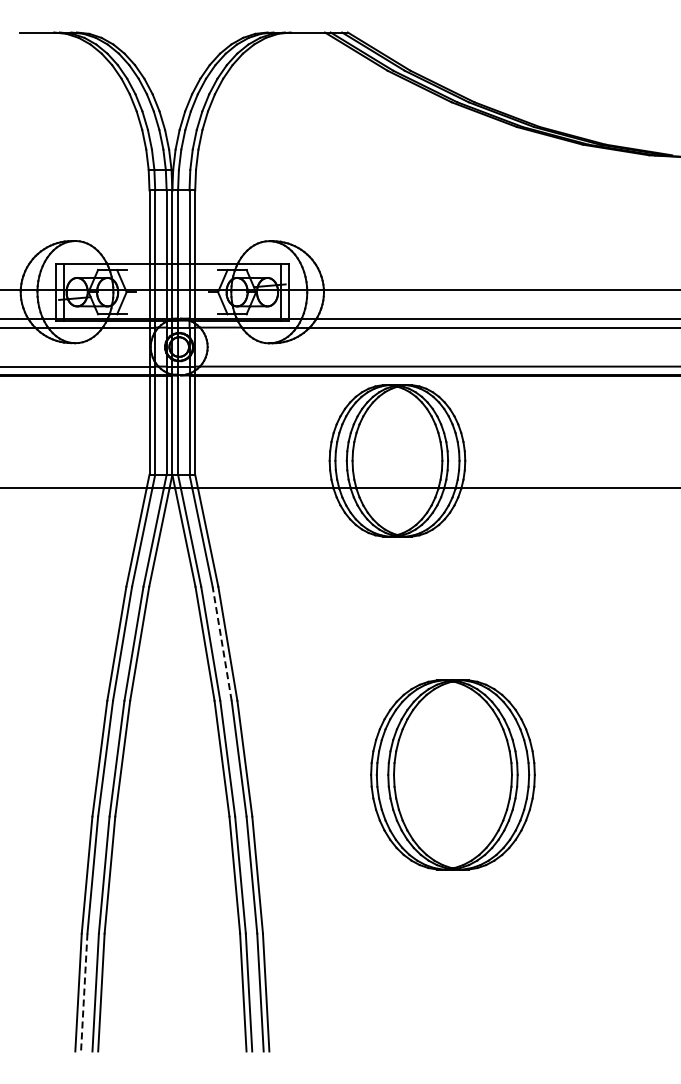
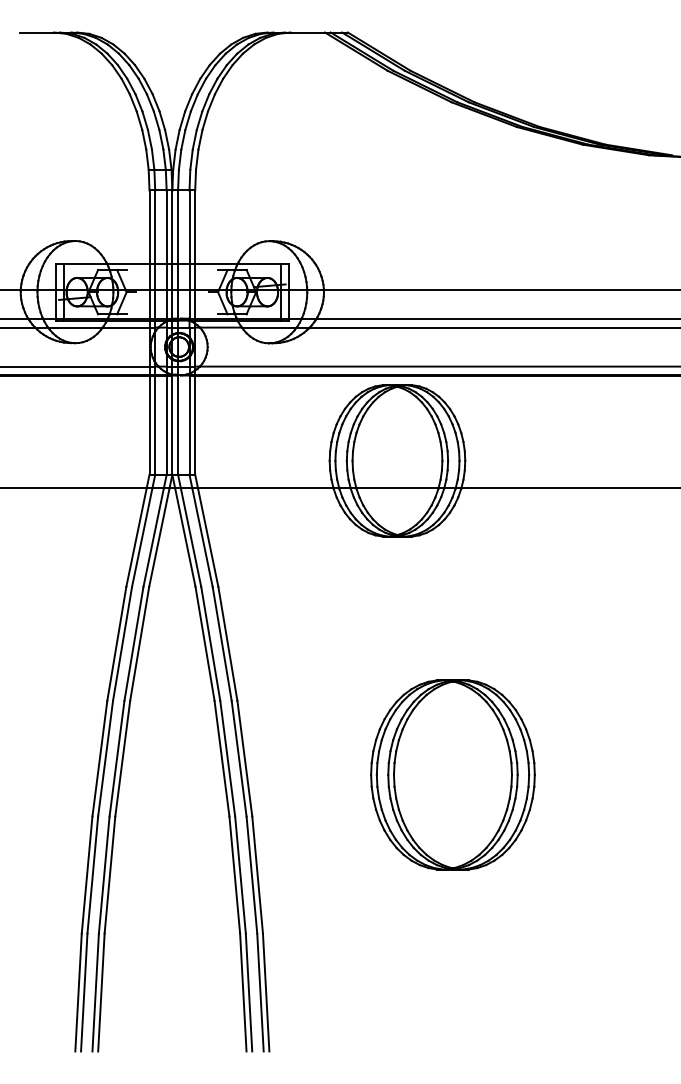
line at (222, 643): dashed -> solid
line at (84, 993): dashed -> solid
